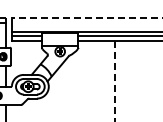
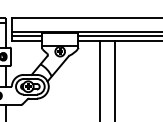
line at (86, 18): dashed -> solid
line at (99, 79): none -> present
line at (115, 81): dashed -> solid
